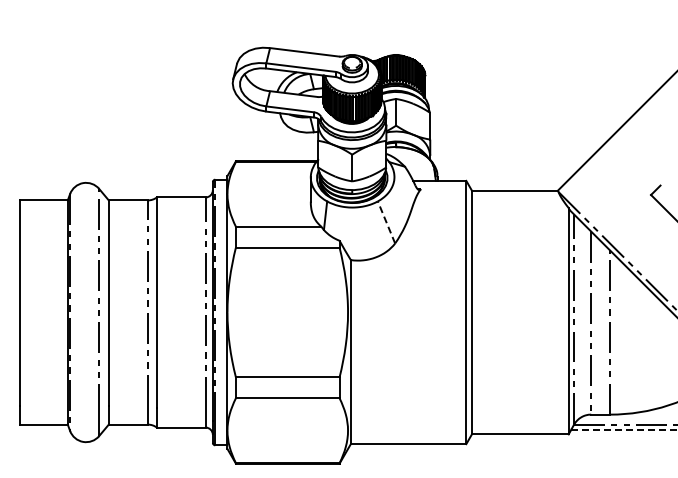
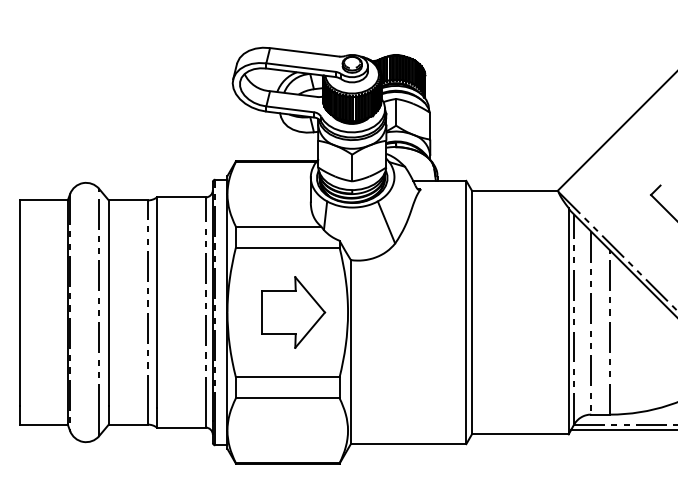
line at (386, 222): dashed -> solid
part at (293, 312): none -> present
line at (624, 429): dashed -> solid
